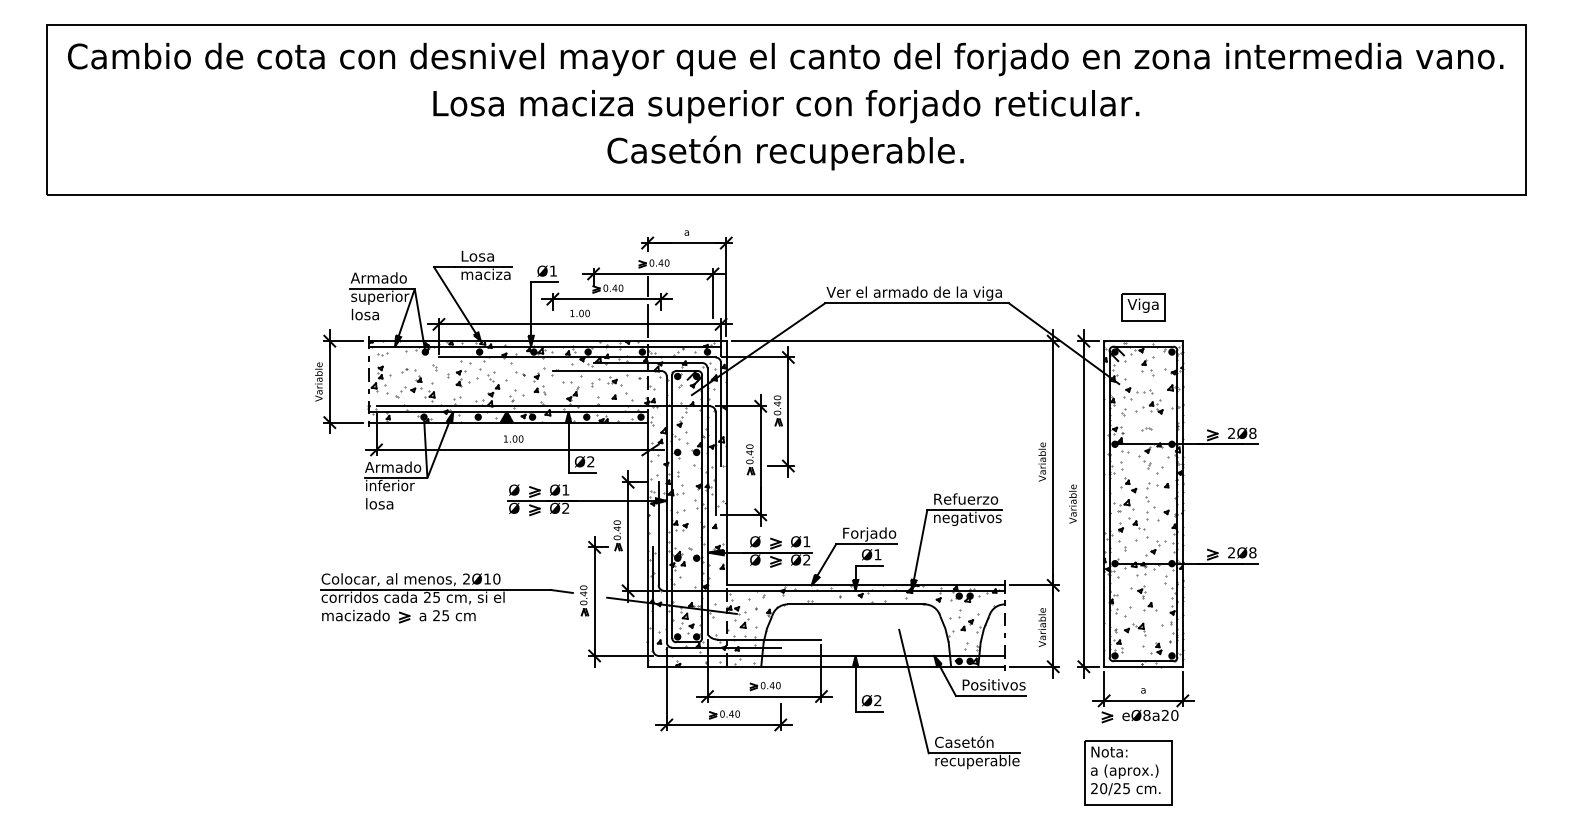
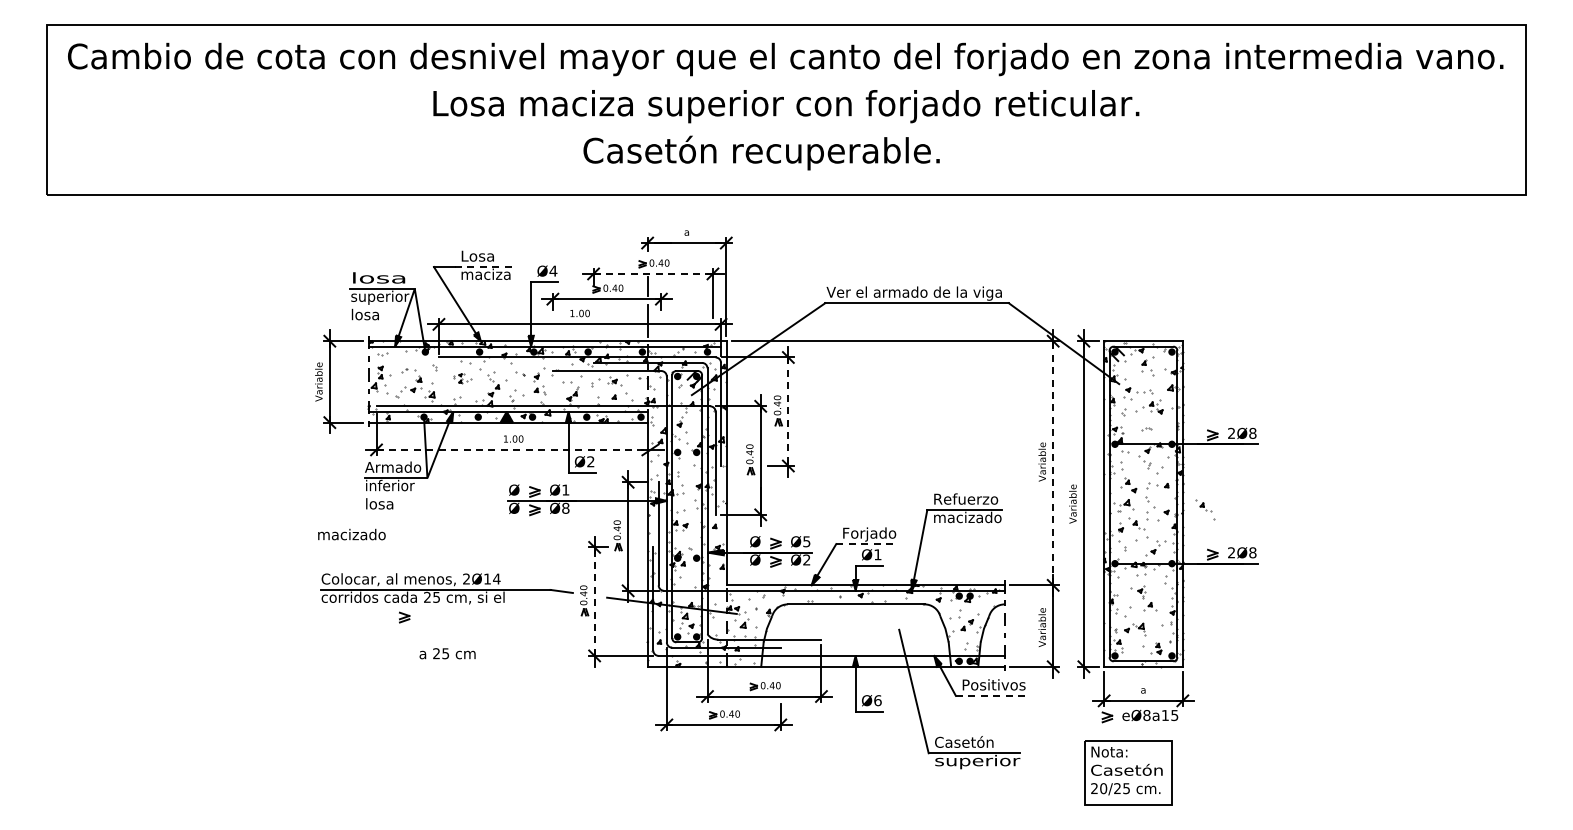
text at (785, 152) position: (785, 152) -> (761, 152)
line at (483, 267): solid -> dashed
text at (553, 270): Ø1 -> Ø4
line at (653, 273): solid -> dashed
text at (378, 277): Armado -> losa
part at (1143, 307): present -> none
part at (462, 378) size: 32x18 px -> 20x12 px
line at (788, 412): solid -> dashed
line at (512, 449): solid -> dashed
line at (1053, 462): solid -> dashed
text at (565, 507): Ø2 -> Ø8
part at (1205, 509): none -> present
text at (970, 518): negativos -> macizado
text at (806, 541): Ø1 -> Ø5
line at (867, 544): solid -> dashed
text at (496, 578): 2Ø10 -> 2Ø14
line at (594, 601): solid -> dashed
text at (355, 615) position: (355, 615) -> (351, 534)
text at (447, 615) position: (447, 615) -> (447, 653)
line at (991, 695): solid -> dashed
text at (877, 700): Ø2 -> Ø6
text at (1169, 715): eØ8a20 -> eØ8a15
text at (977, 761): recuperable -> superior
text at (1126, 770): a (aprox.) -> Casetón
